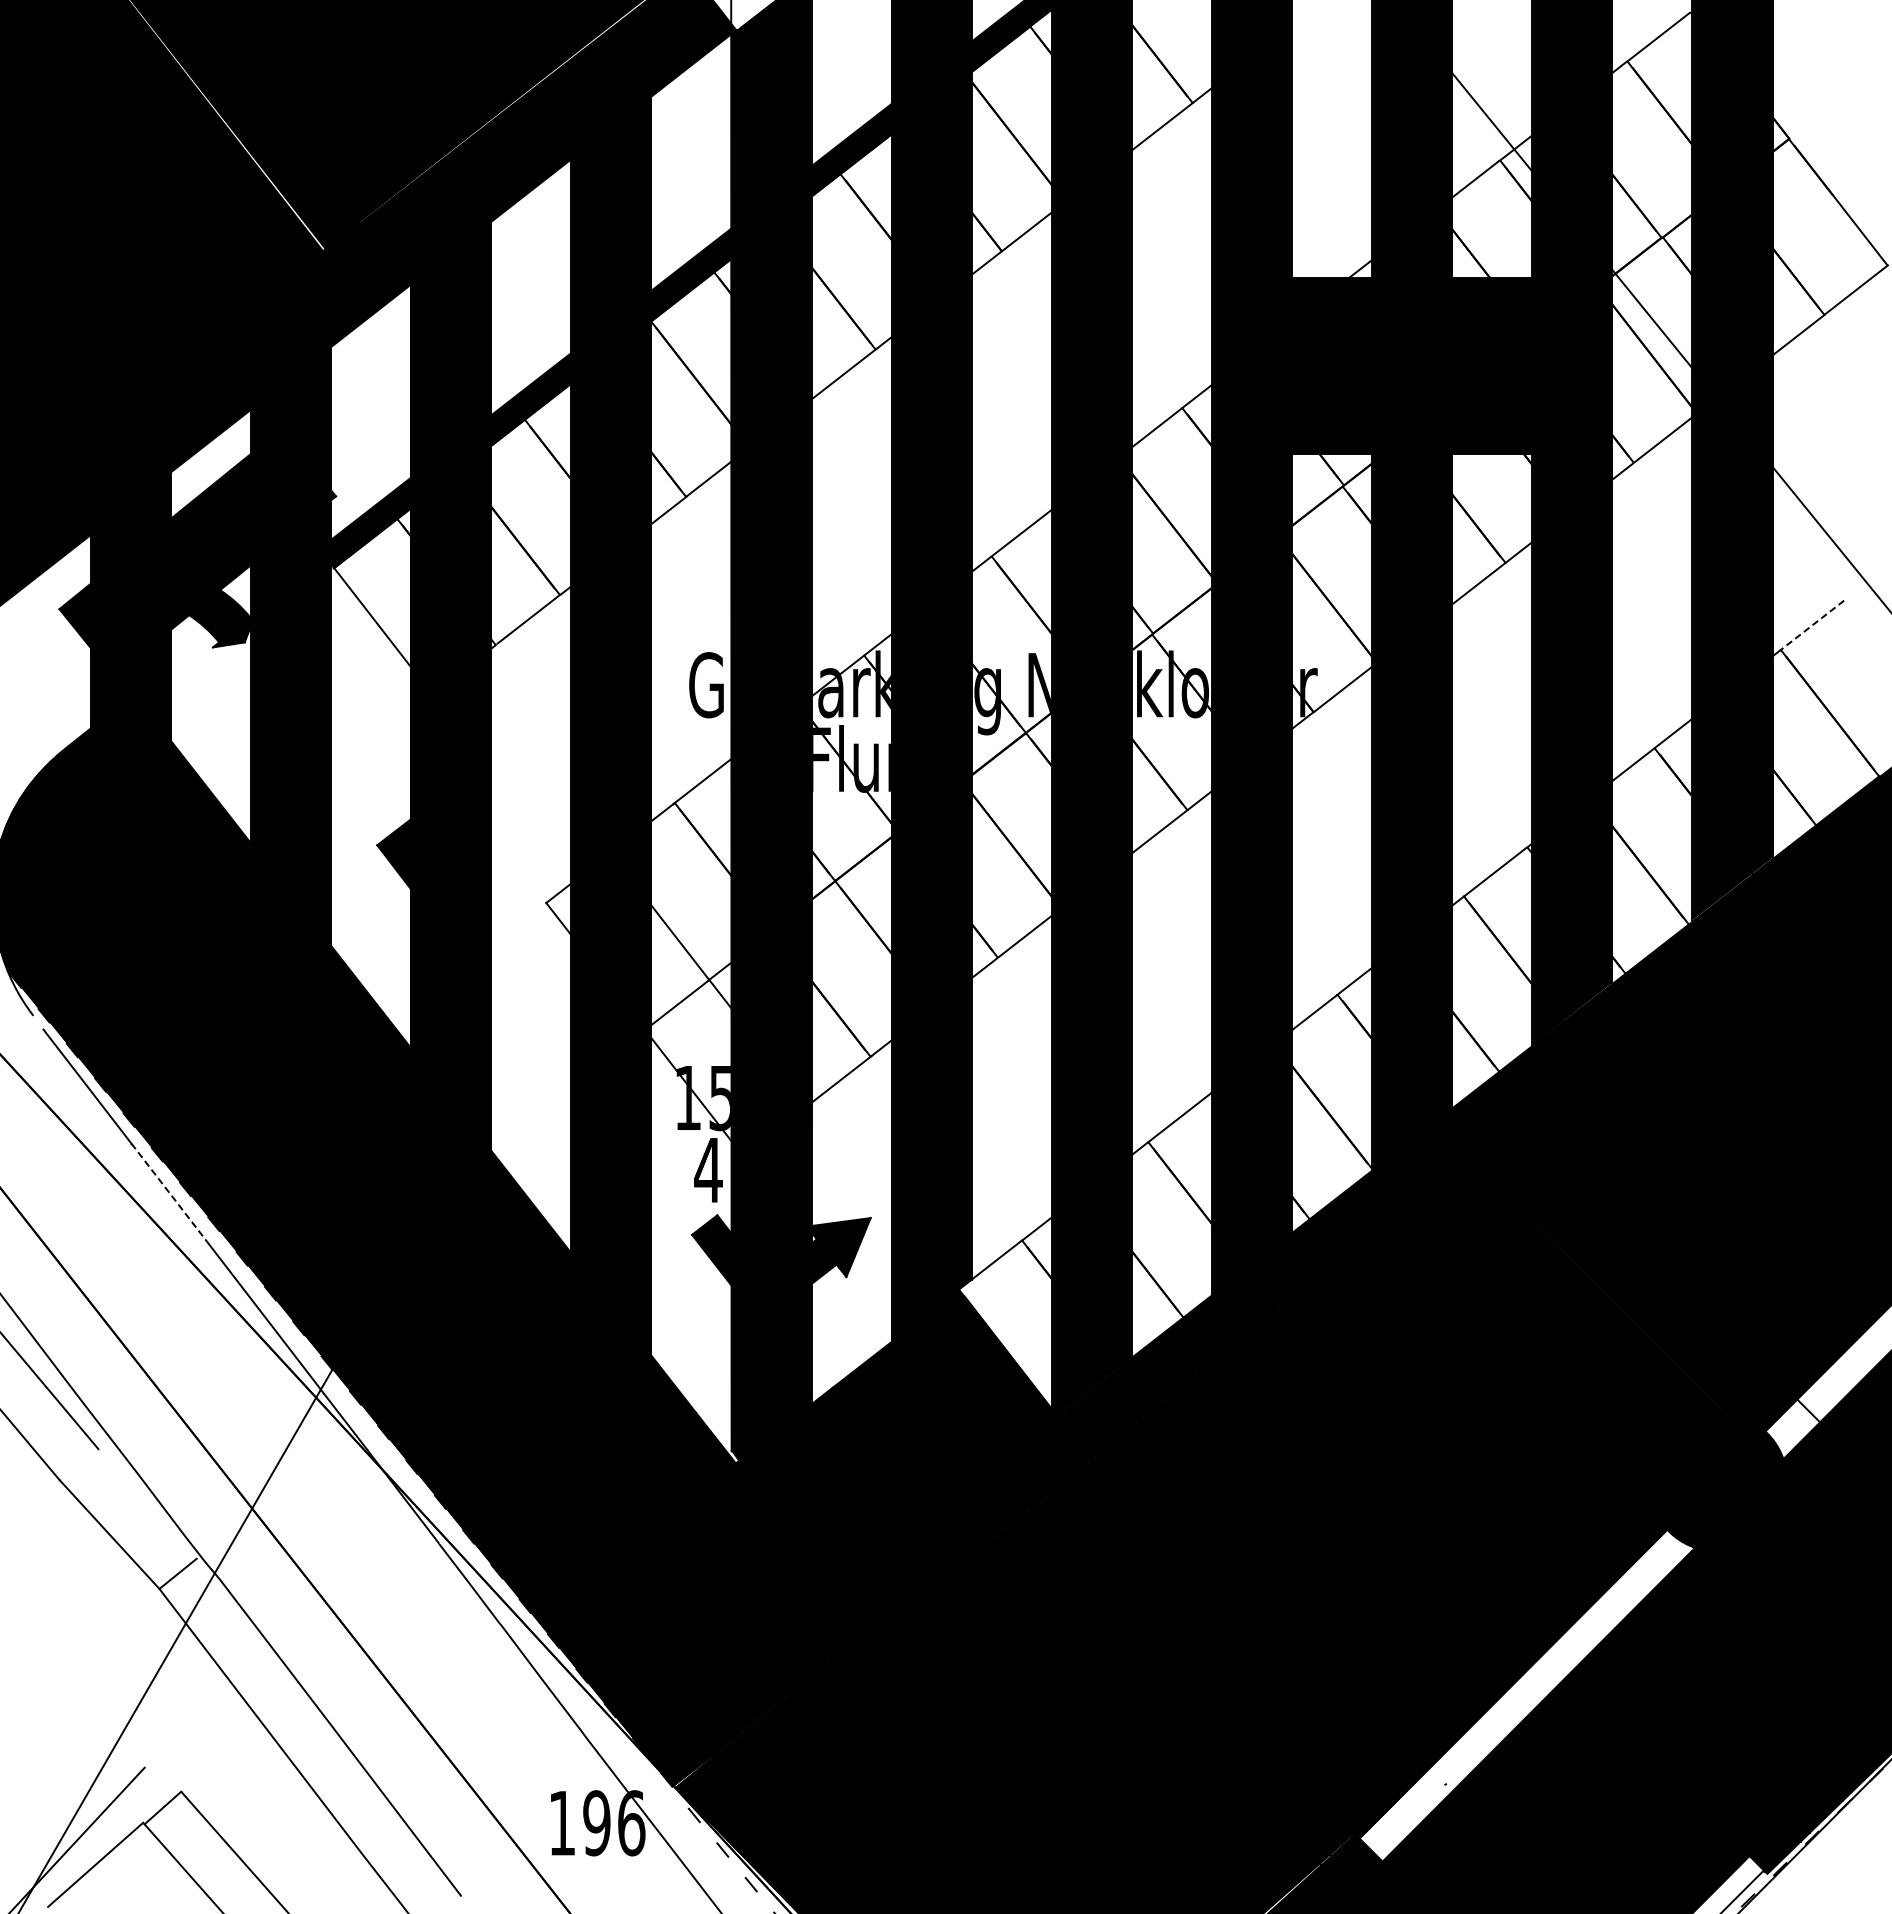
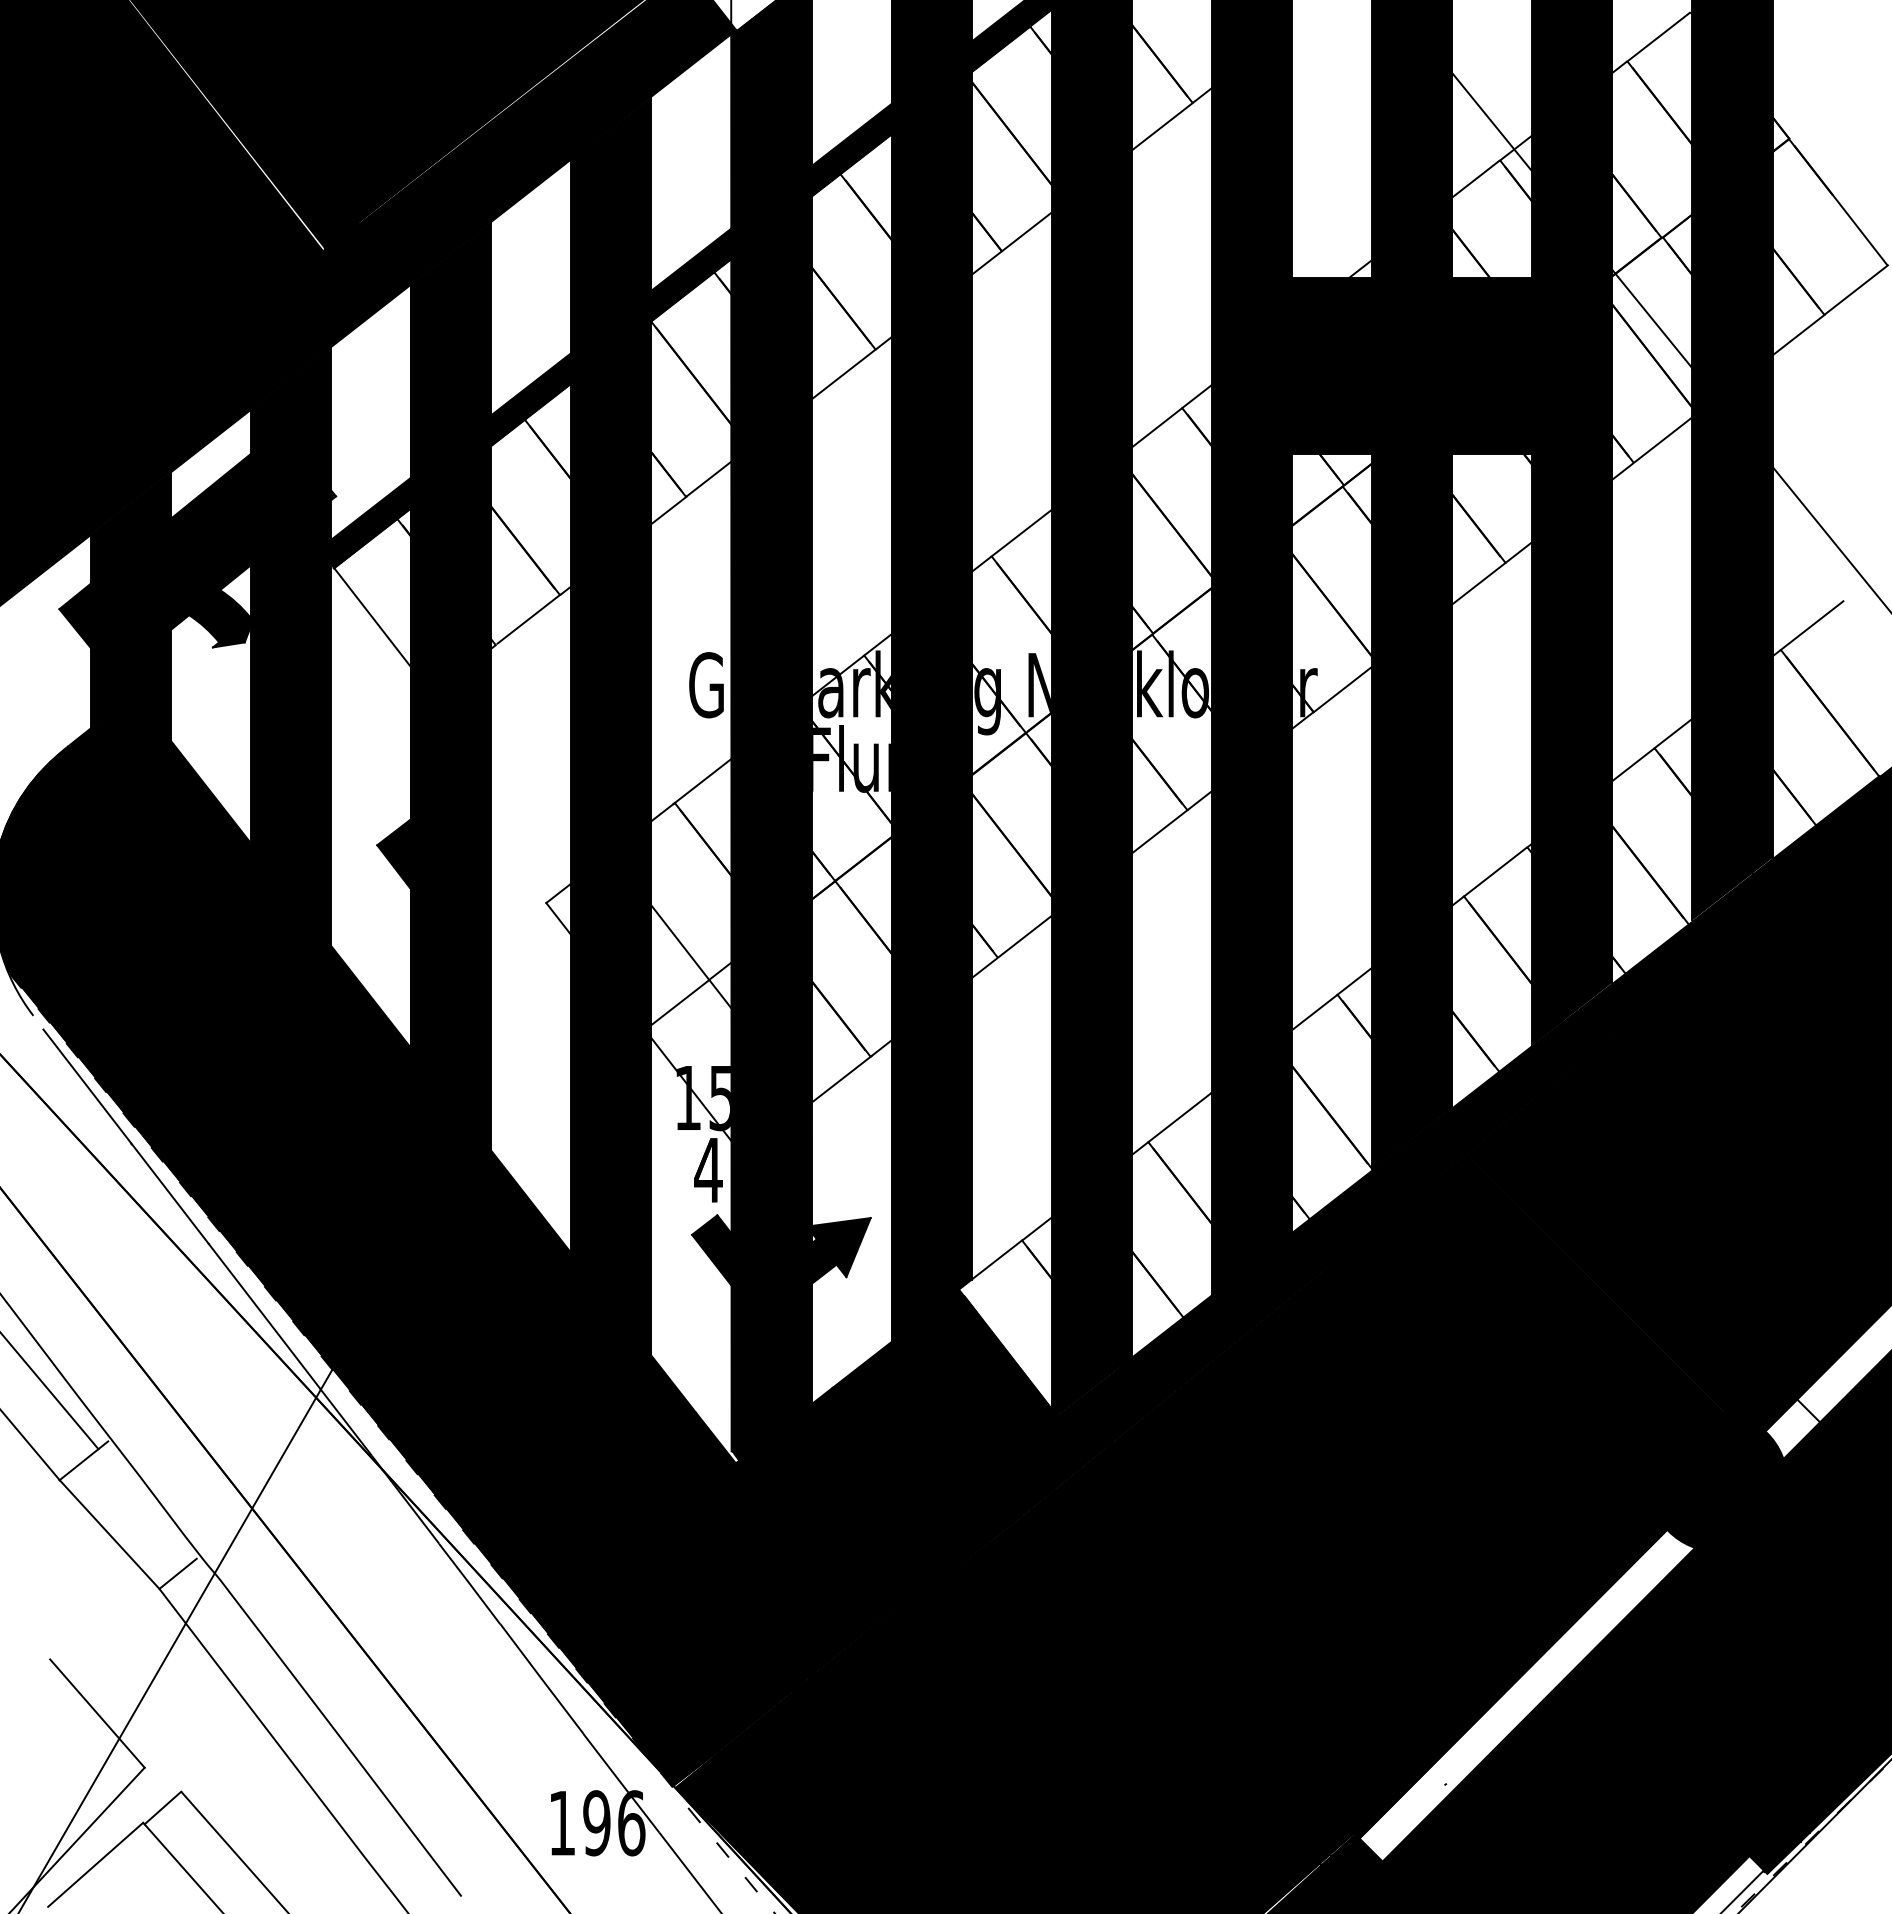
line at (1812, 625): dashed -> solid
line at (170, 1194): dashed -> solid
line at (83, 1460): none -> present
line at (97, 1713): none -> present
